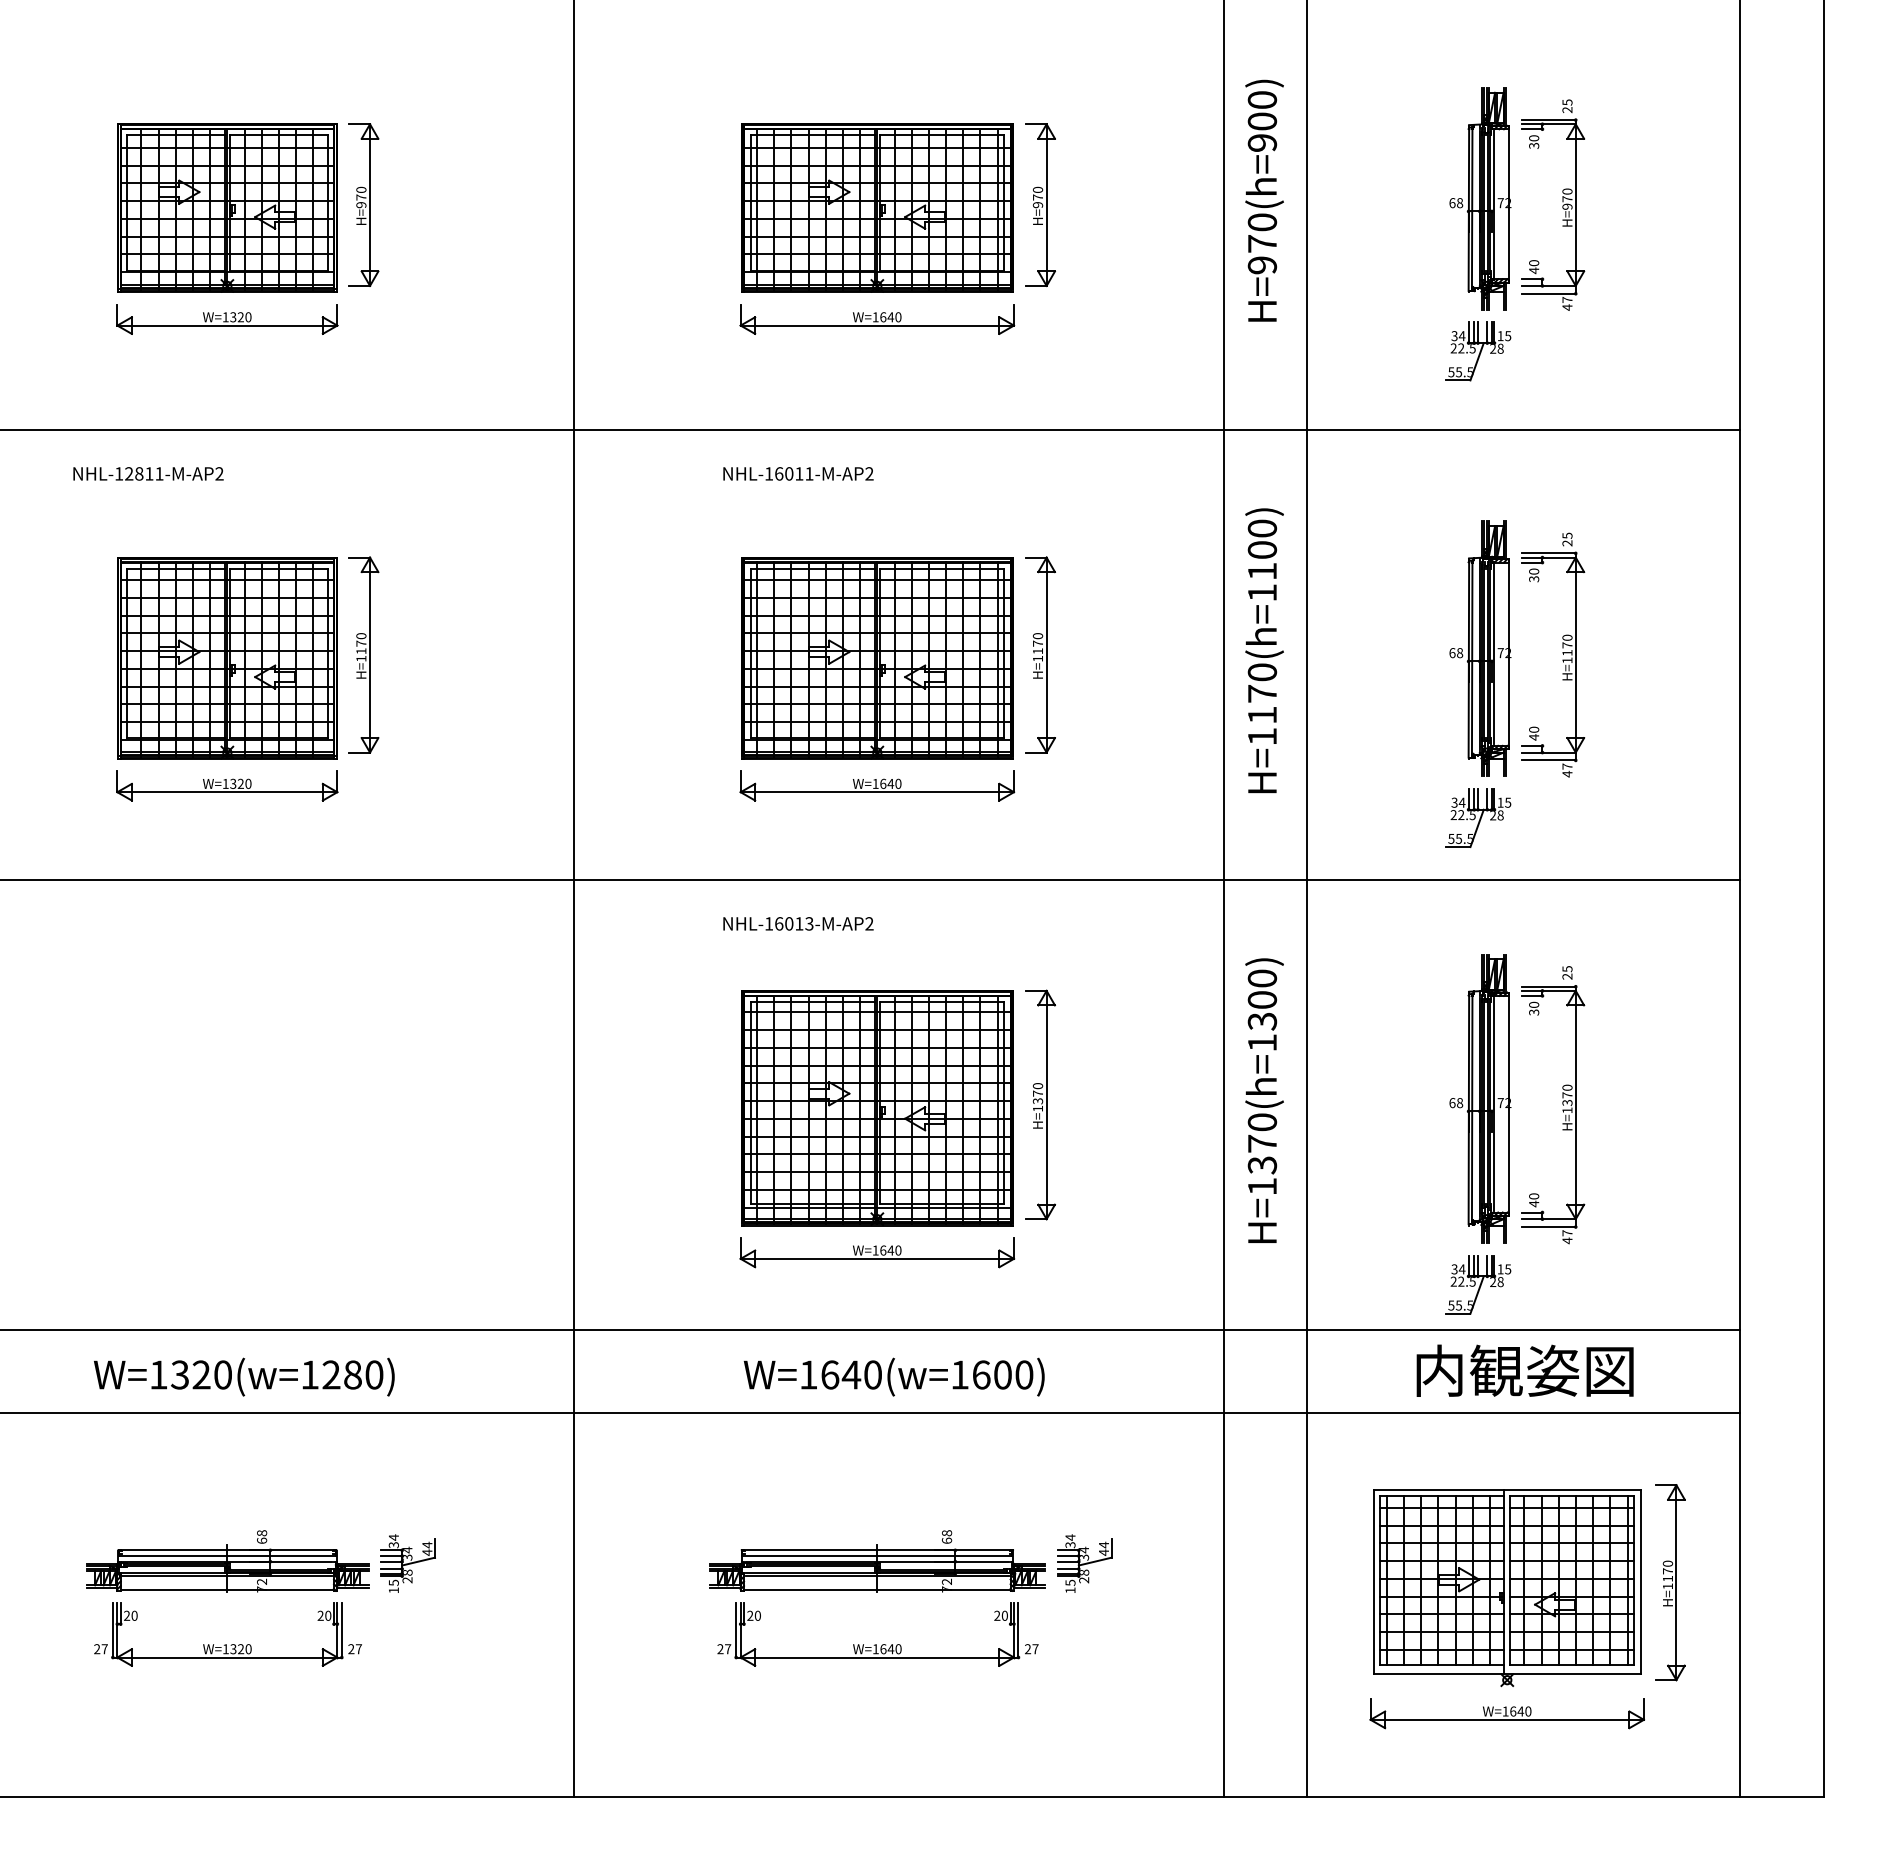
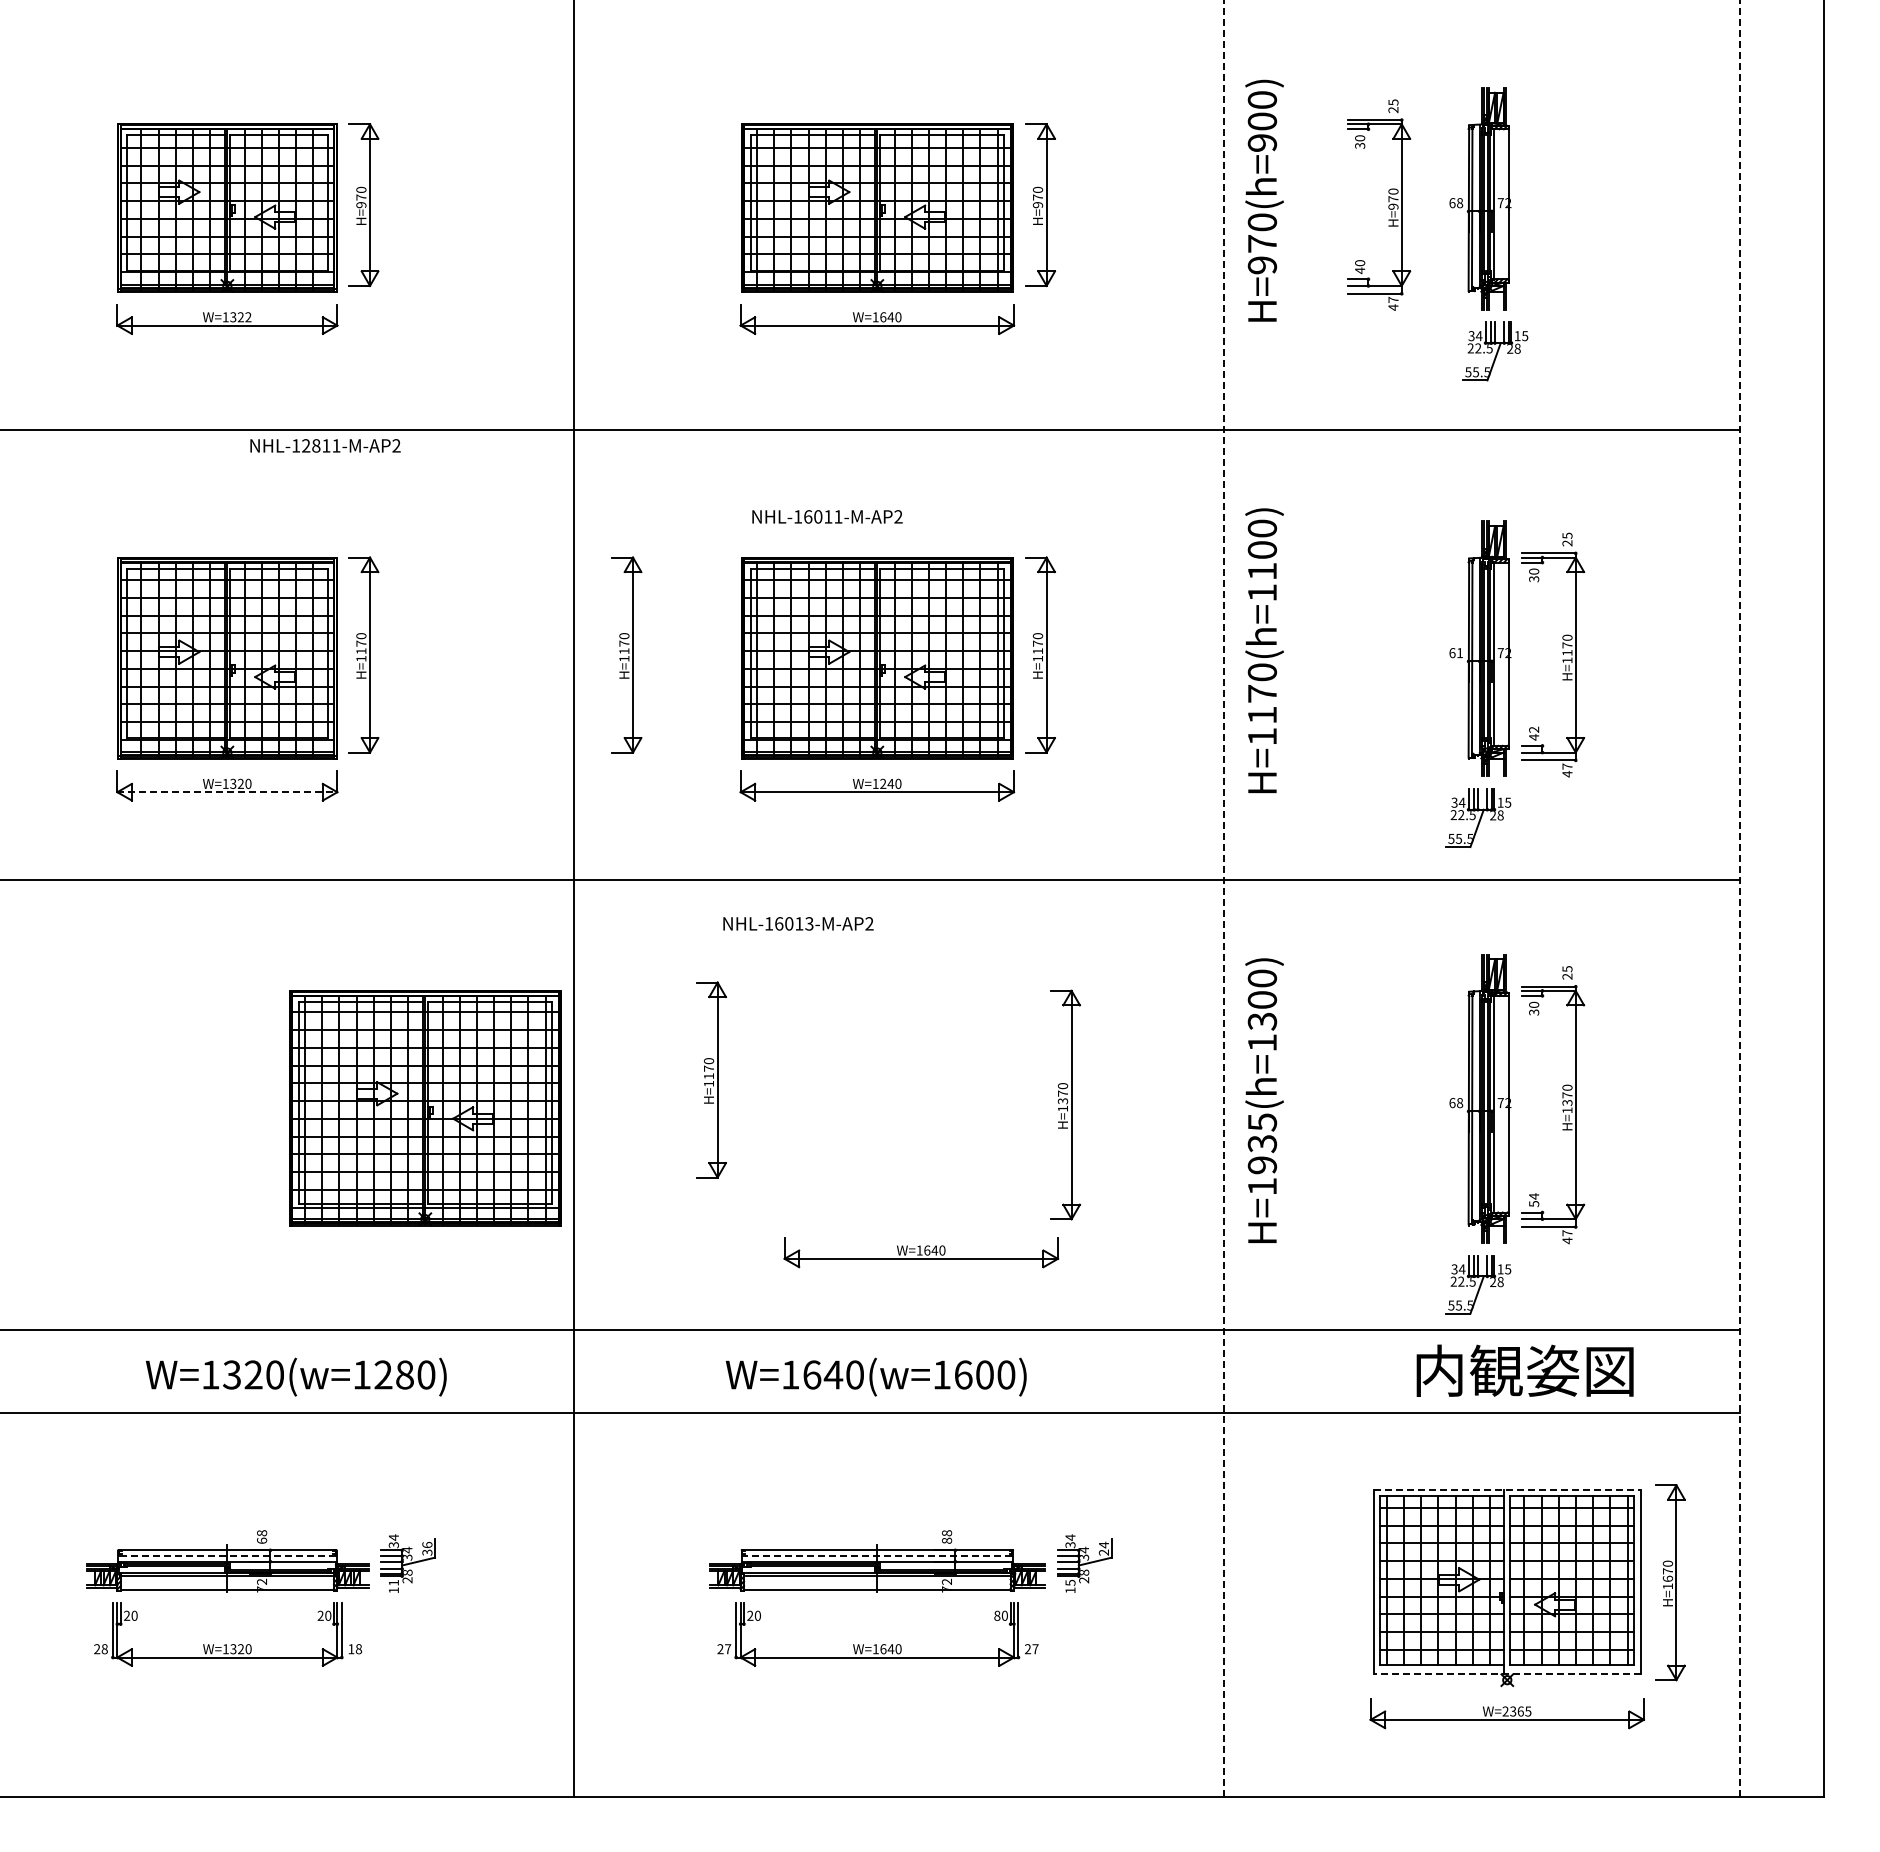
part at (1562, 205) position: (1562, 205) -> (1388, 205)
text at (248, 317): W=1320 -> W=1322
part at (1478, 351) position: (1478, 351) -> (1495, 351)
text at (148, 473) position: (148, 473) -> (325, 445)
text at (798, 473) position: (798, 473) -> (827, 516)
text at (1460, 653): 68 -> 61
part at (626, 654): none -> present
text at (1534, 729): 40 -> 42
text at (883, 783): W=1640 -> W=1240
line at (227, 792): solid -> dashed
line at (1223, 898): solid -> dashed
line at (1740, 898): solid -> dashed
line at (1306, 899): present -> none
part at (711, 1079): none -> present
part at (1040, 1104) position: (1040, 1104) -> (1065, 1104)
part at (877, 1108) position: (877, 1108) -> (425, 1108)
text at (1262, 1143): H=1370(h=1300) -> H=1935(h=1300)
text at (1534, 1200): 40 -> 54
part at (877, 1252) position: (877, 1252) -> (921, 1252)
text at (244, 1376) position: (244, 1376) -> (296, 1376)
text at (893, 1376) position: (893, 1376) -> (875, 1376)
line at (1507, 1490): solid -> dashed
text at (946, 1540): 68 -> 88
text at (427, 1548): 44 -> 36
text at (1103, 1552): 44 -> 24
line at (226, 1556): solid -> dashed
line at (877, 1556): solid -> dashed
text at (1667, 1578): H=1170 -> H=1670
text at (393, 1582): 15 -> 11
text at (997, 1615): 20 -> 80
text at (104, 1649): 27 -> 28
text at (355, 1649): 27 -> 18
line at (1506, 1673): solid -> dashed
text at (1516, 1711): W=1640 -> W=2365
